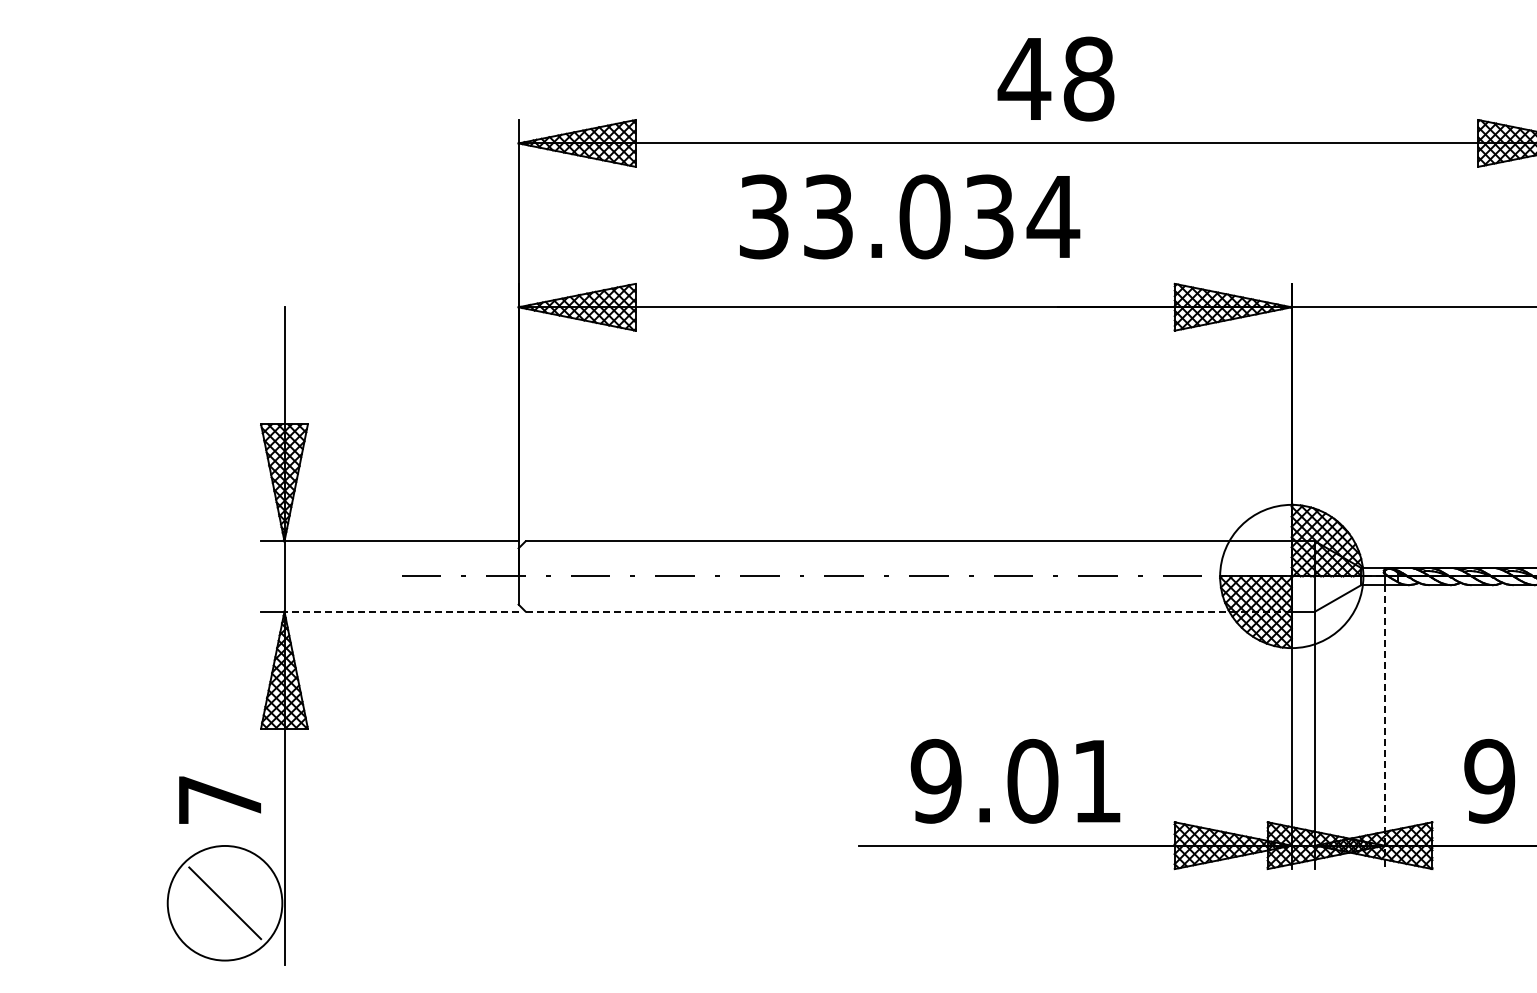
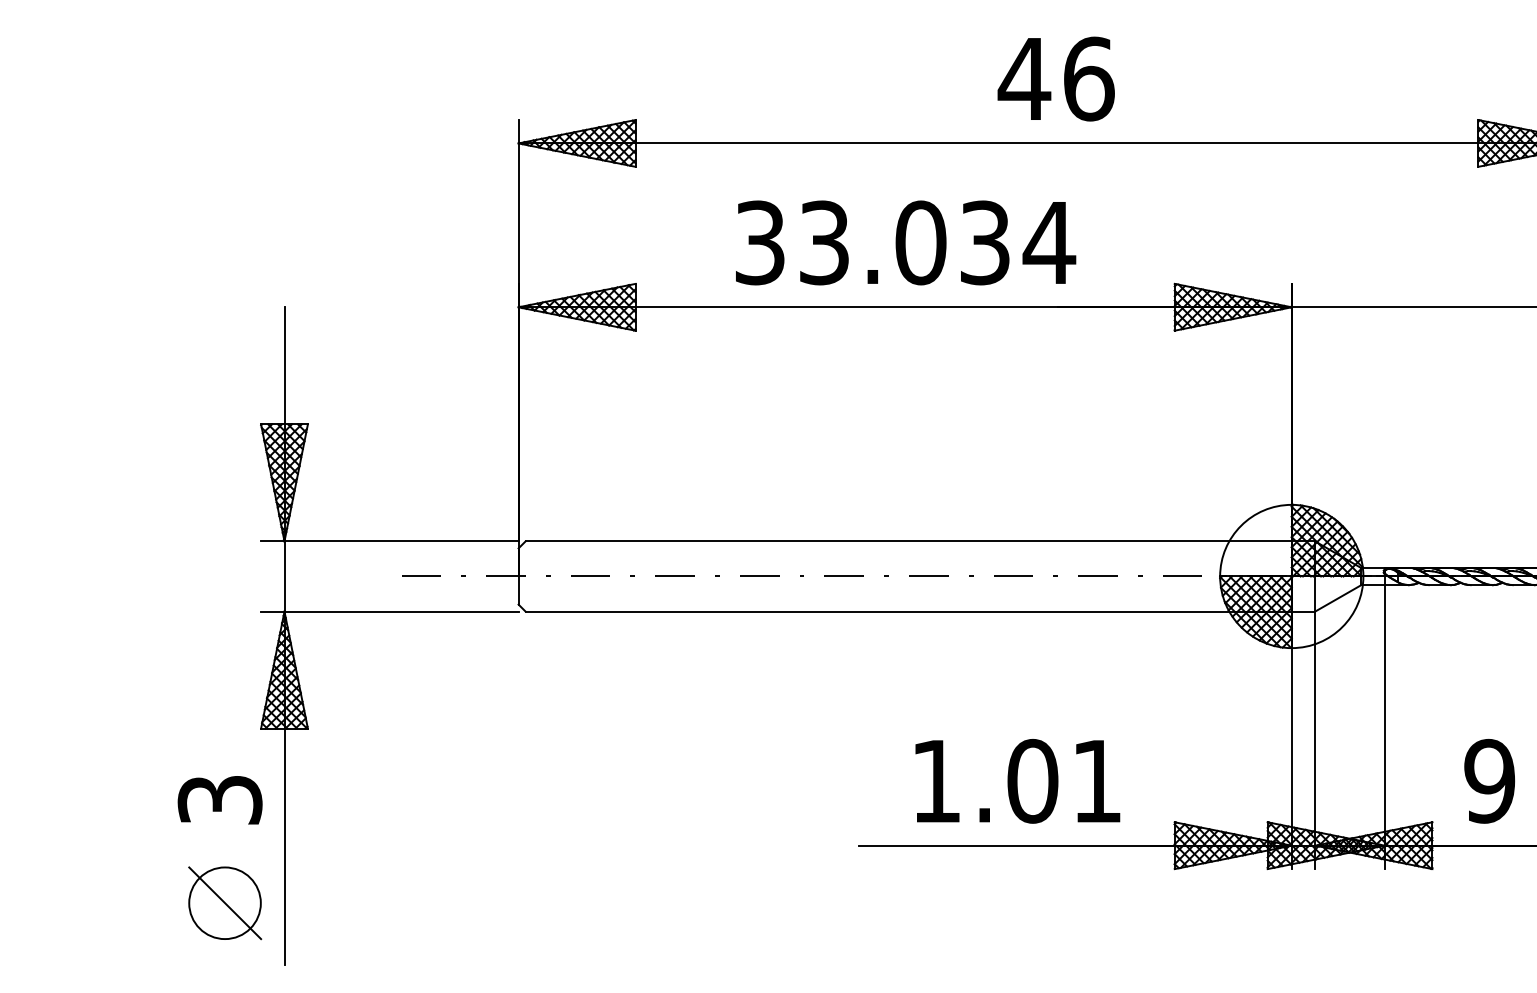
text at (1088, 78): 48 -> 46
text at (910, 216) position: (910, 216) -> (906, 242)
line at (401, 611): dashed -> solid
line at (909, 611): dashed -> solid
line at (1384, 727): dashed -> solid
text at (935, 780): 9.01 -> 1.01
text at (219, 800): 7 -> 3
circle at (224, 902) diameter: 115 px -> 72 px
